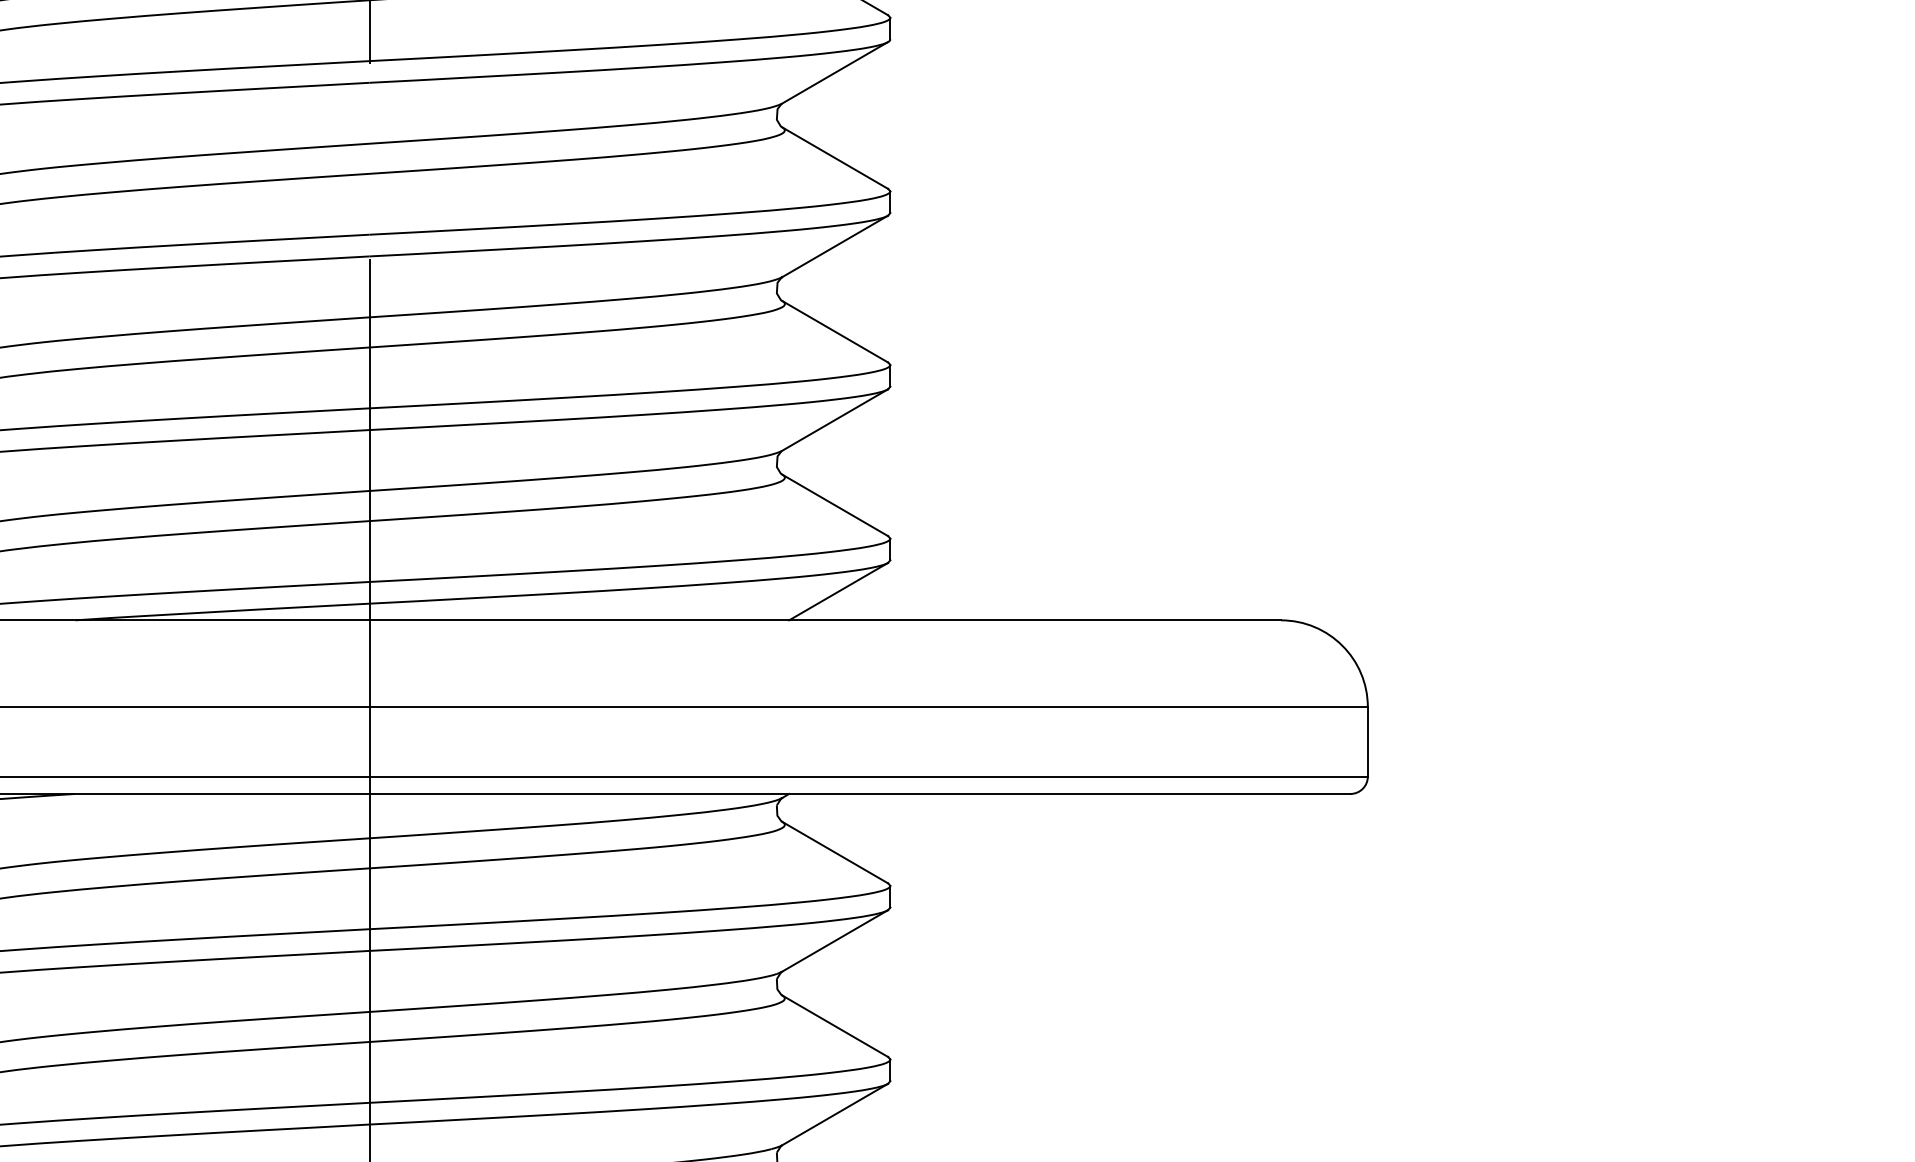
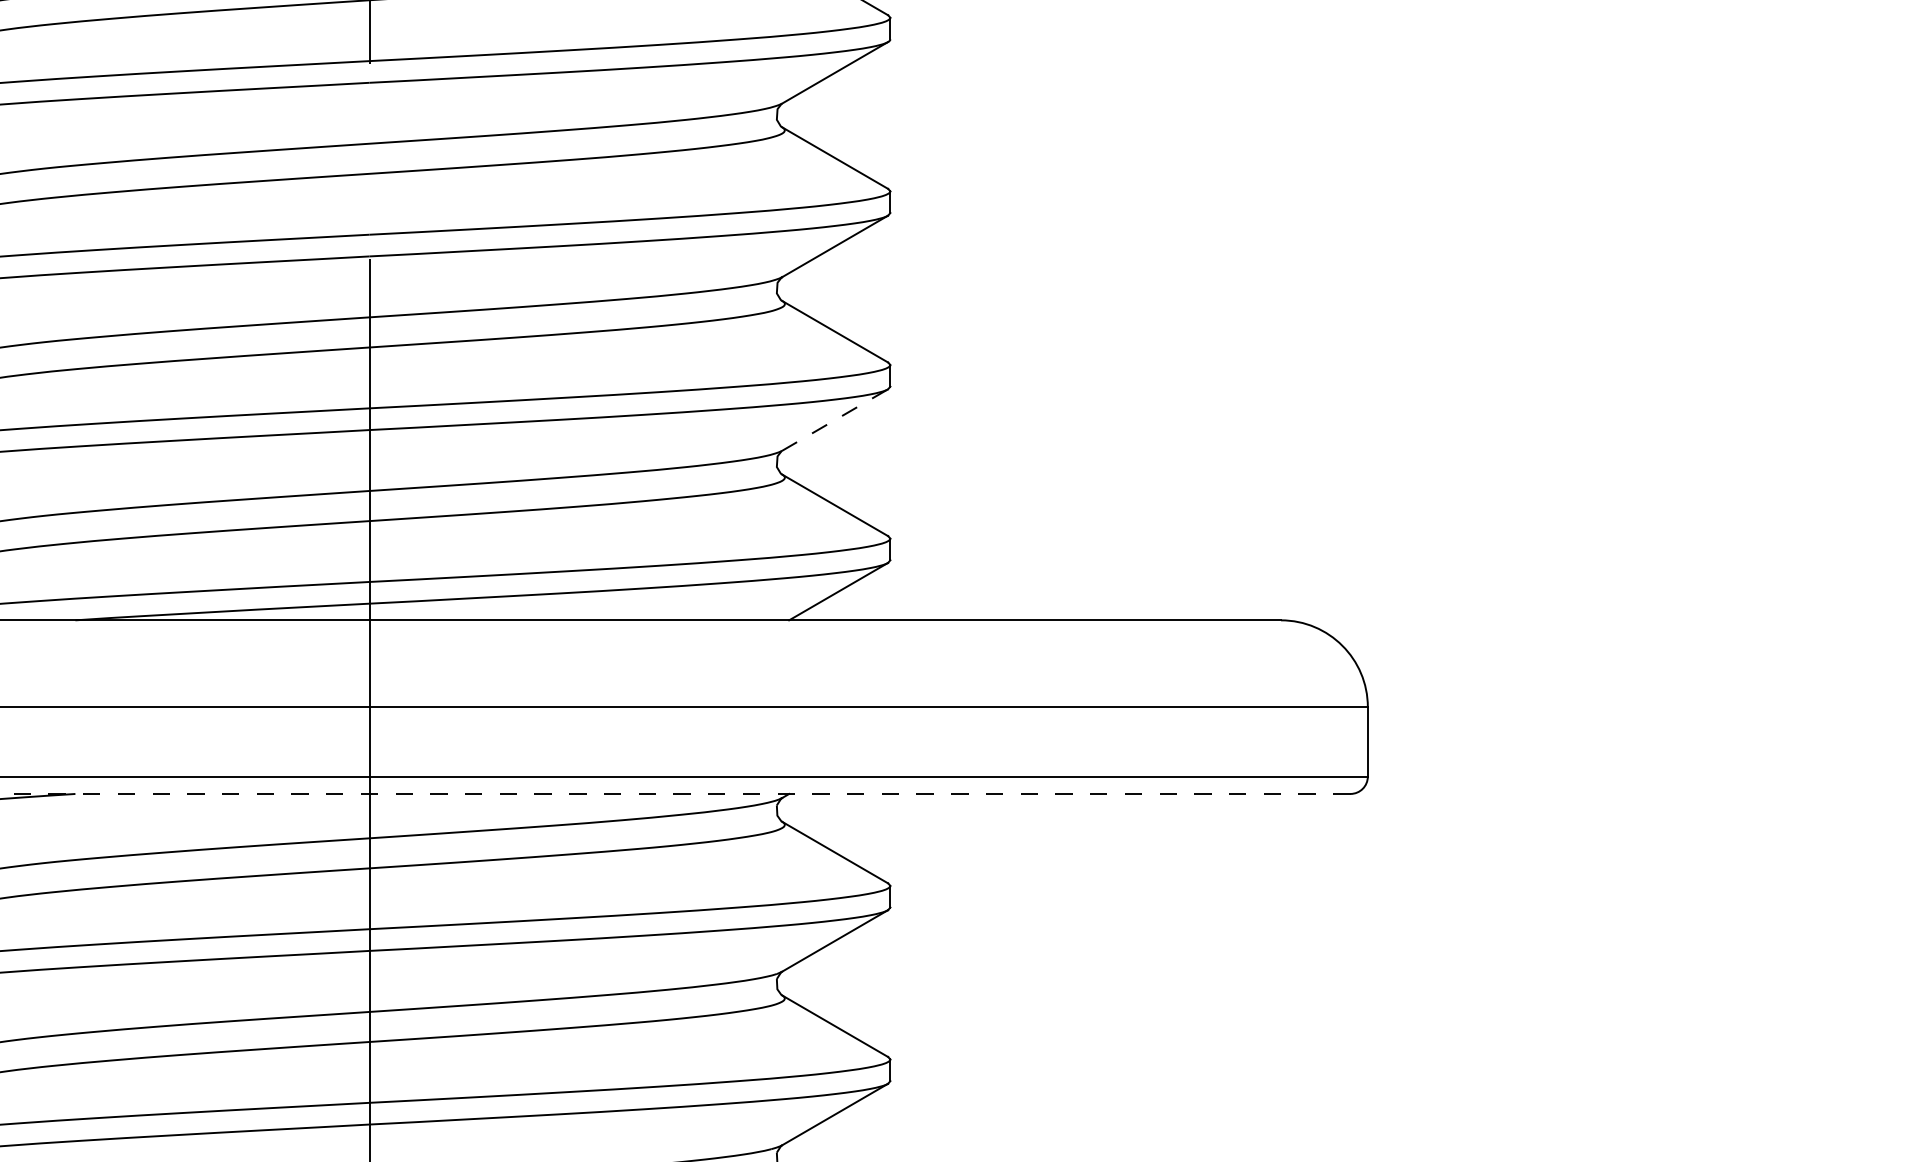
line at (835, 419): solid -> dashed
line at (675, 793): solid -> dashed
